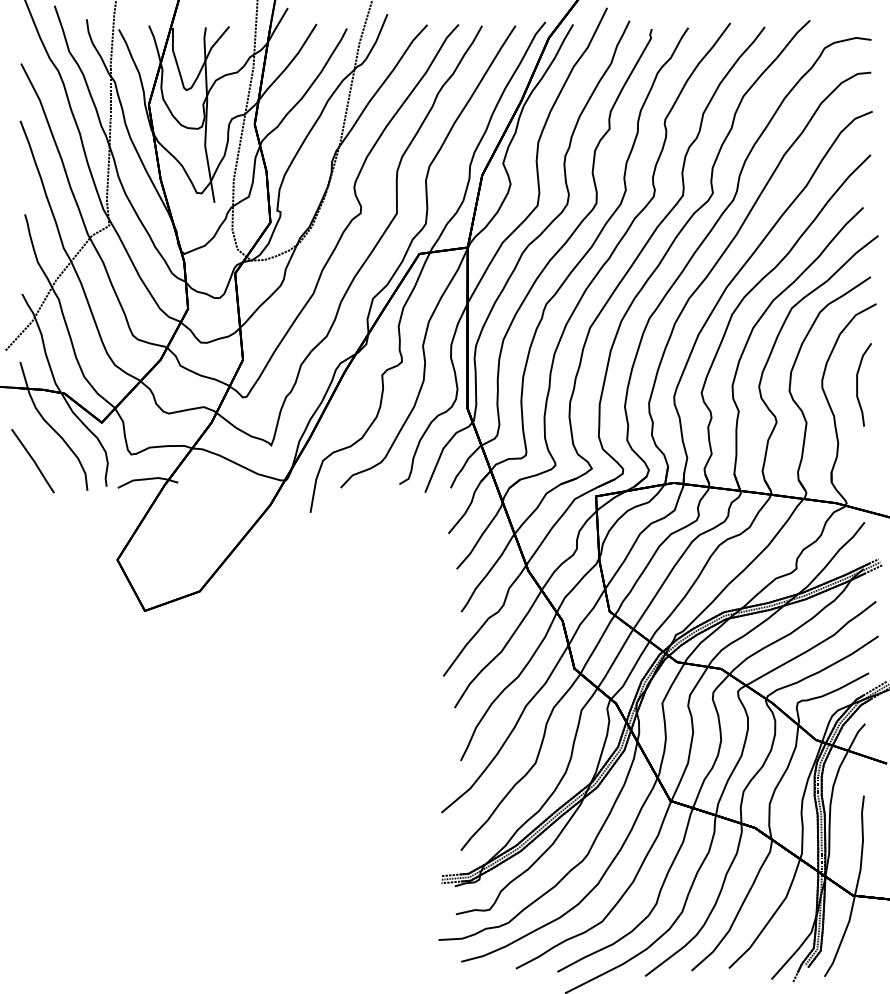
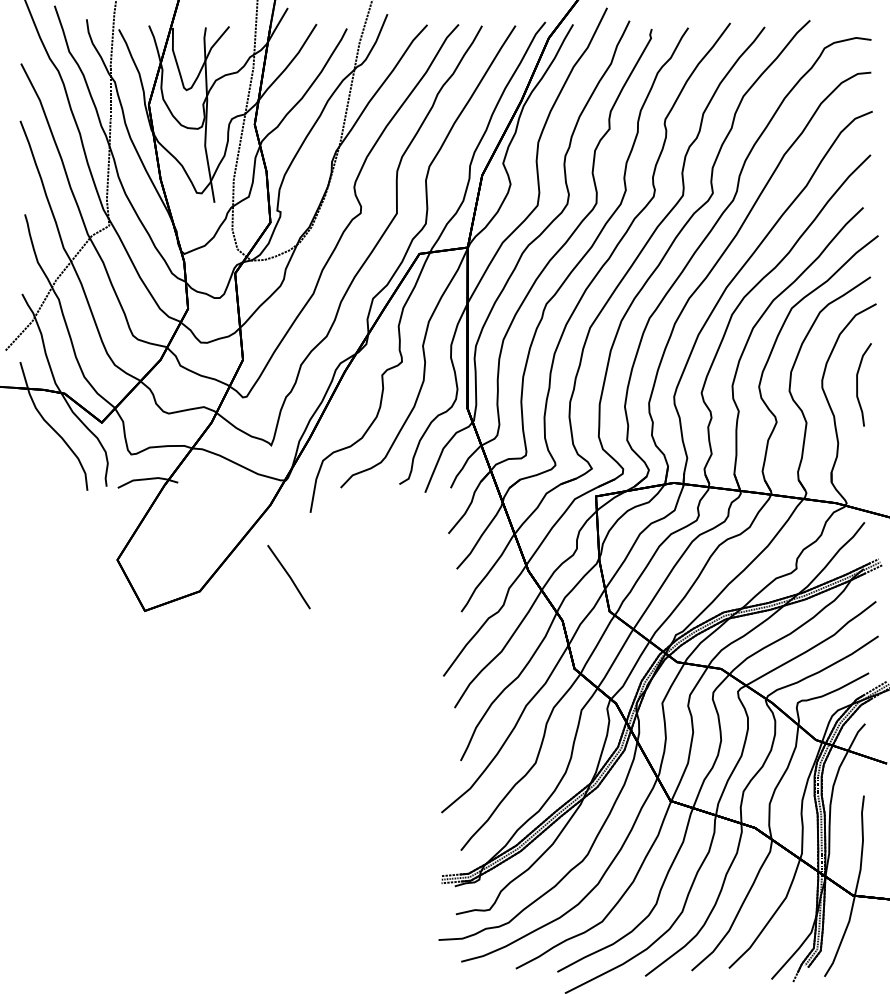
line at (32, 460) position: (32, 460) -> (288, 576)
